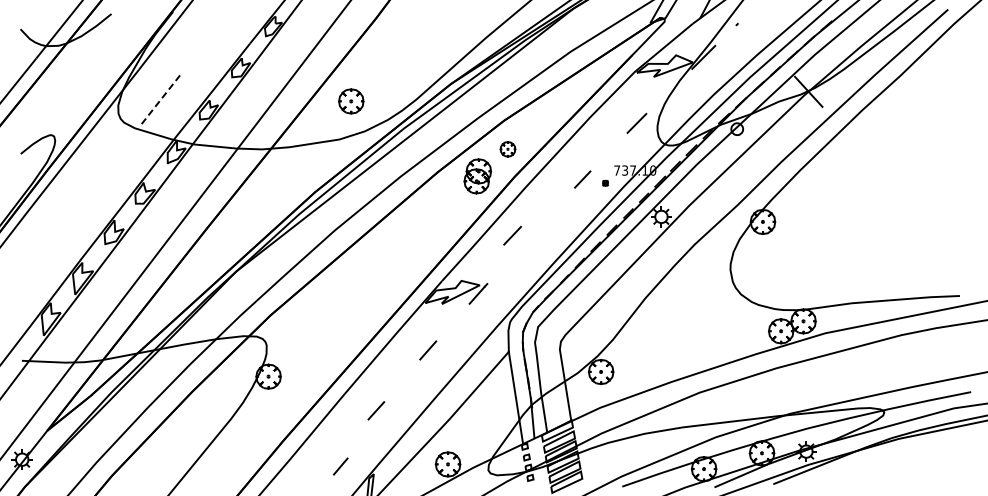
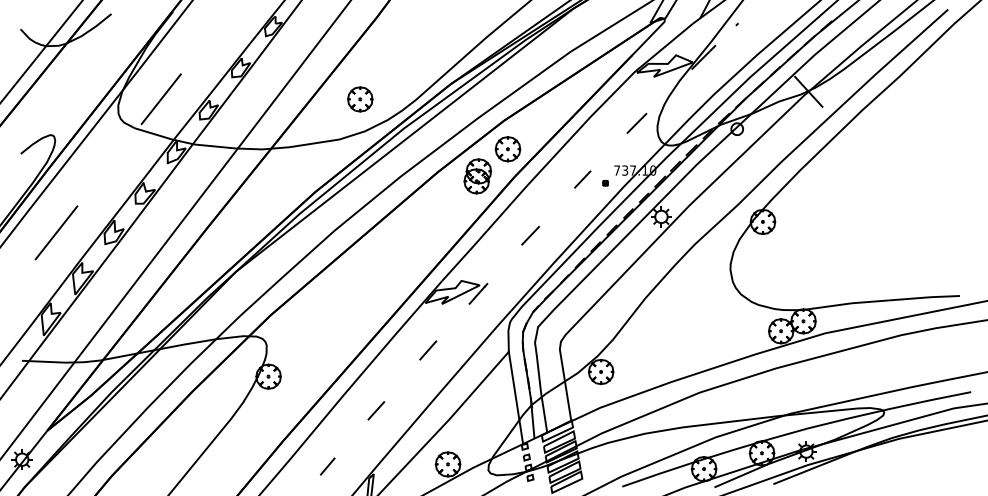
line at (161, 99): dashed -> solid
part at (351, 101) position: (351, 101) -> (360, 99)
part at (507, 149) size: 18x17 px -> 28x27 px
line at (56, 232): none -> present
line at (512, 235) position: (512, 235) -> (530, 235)
line at (340, 466) position: (340, 466) -> (327, 466)
